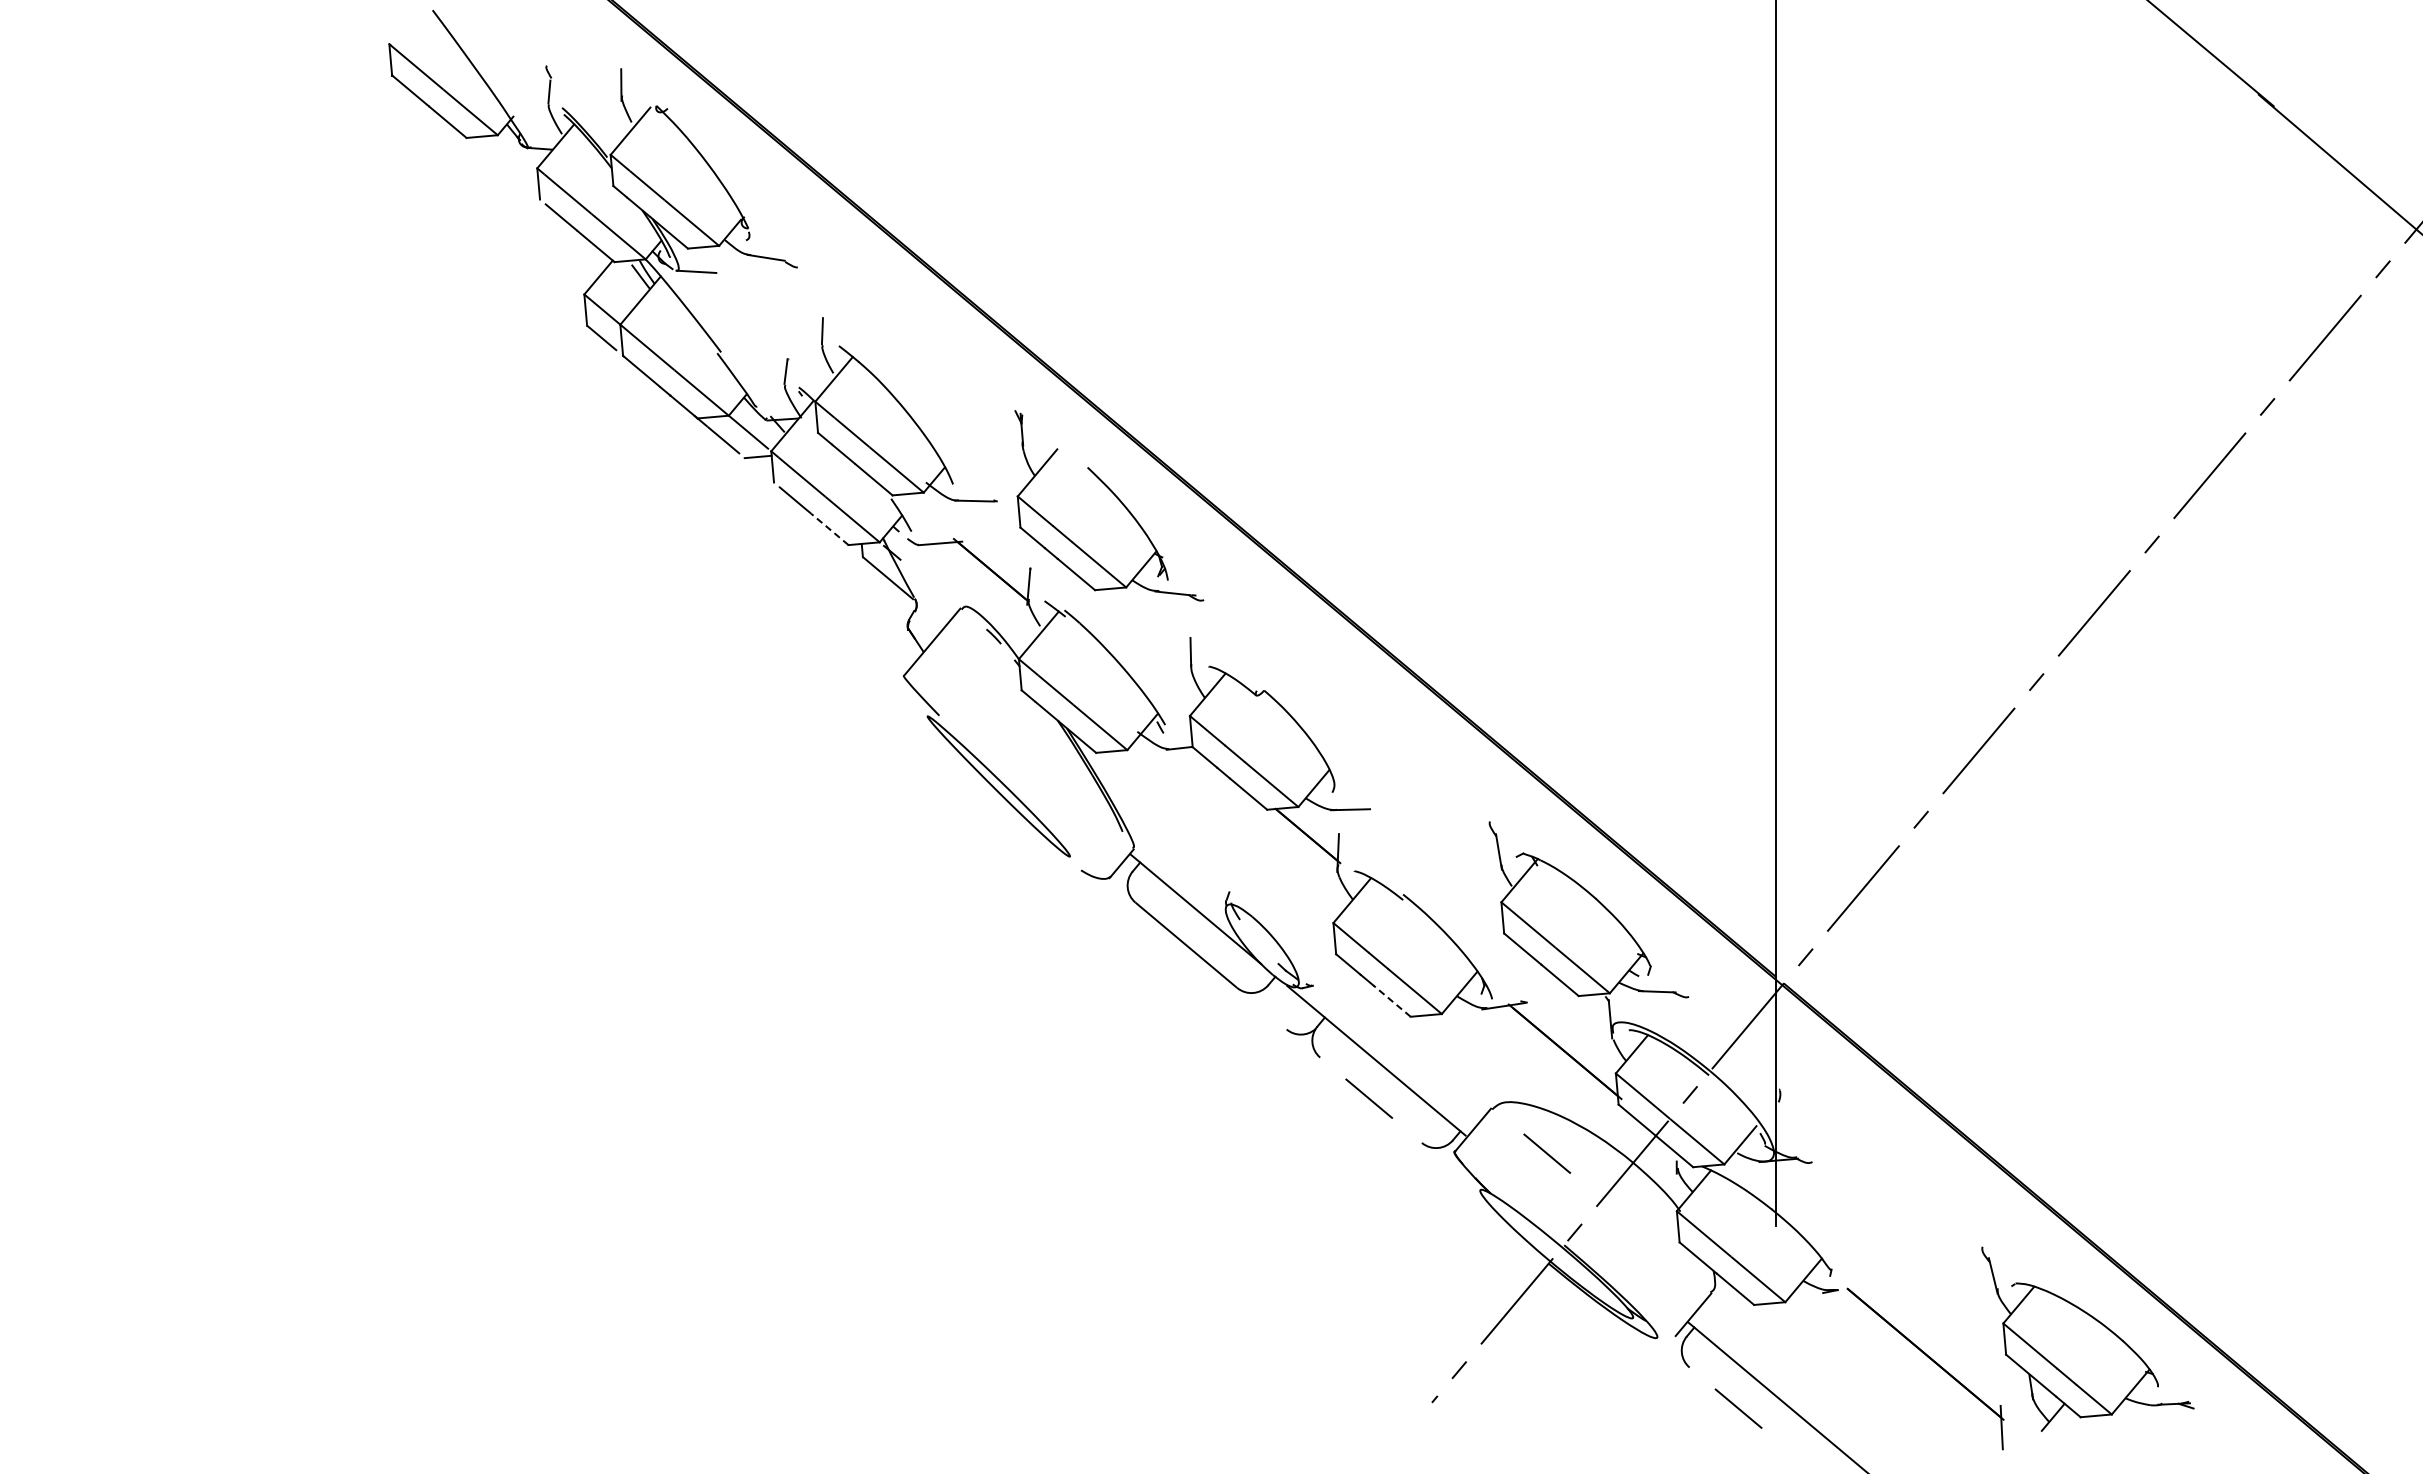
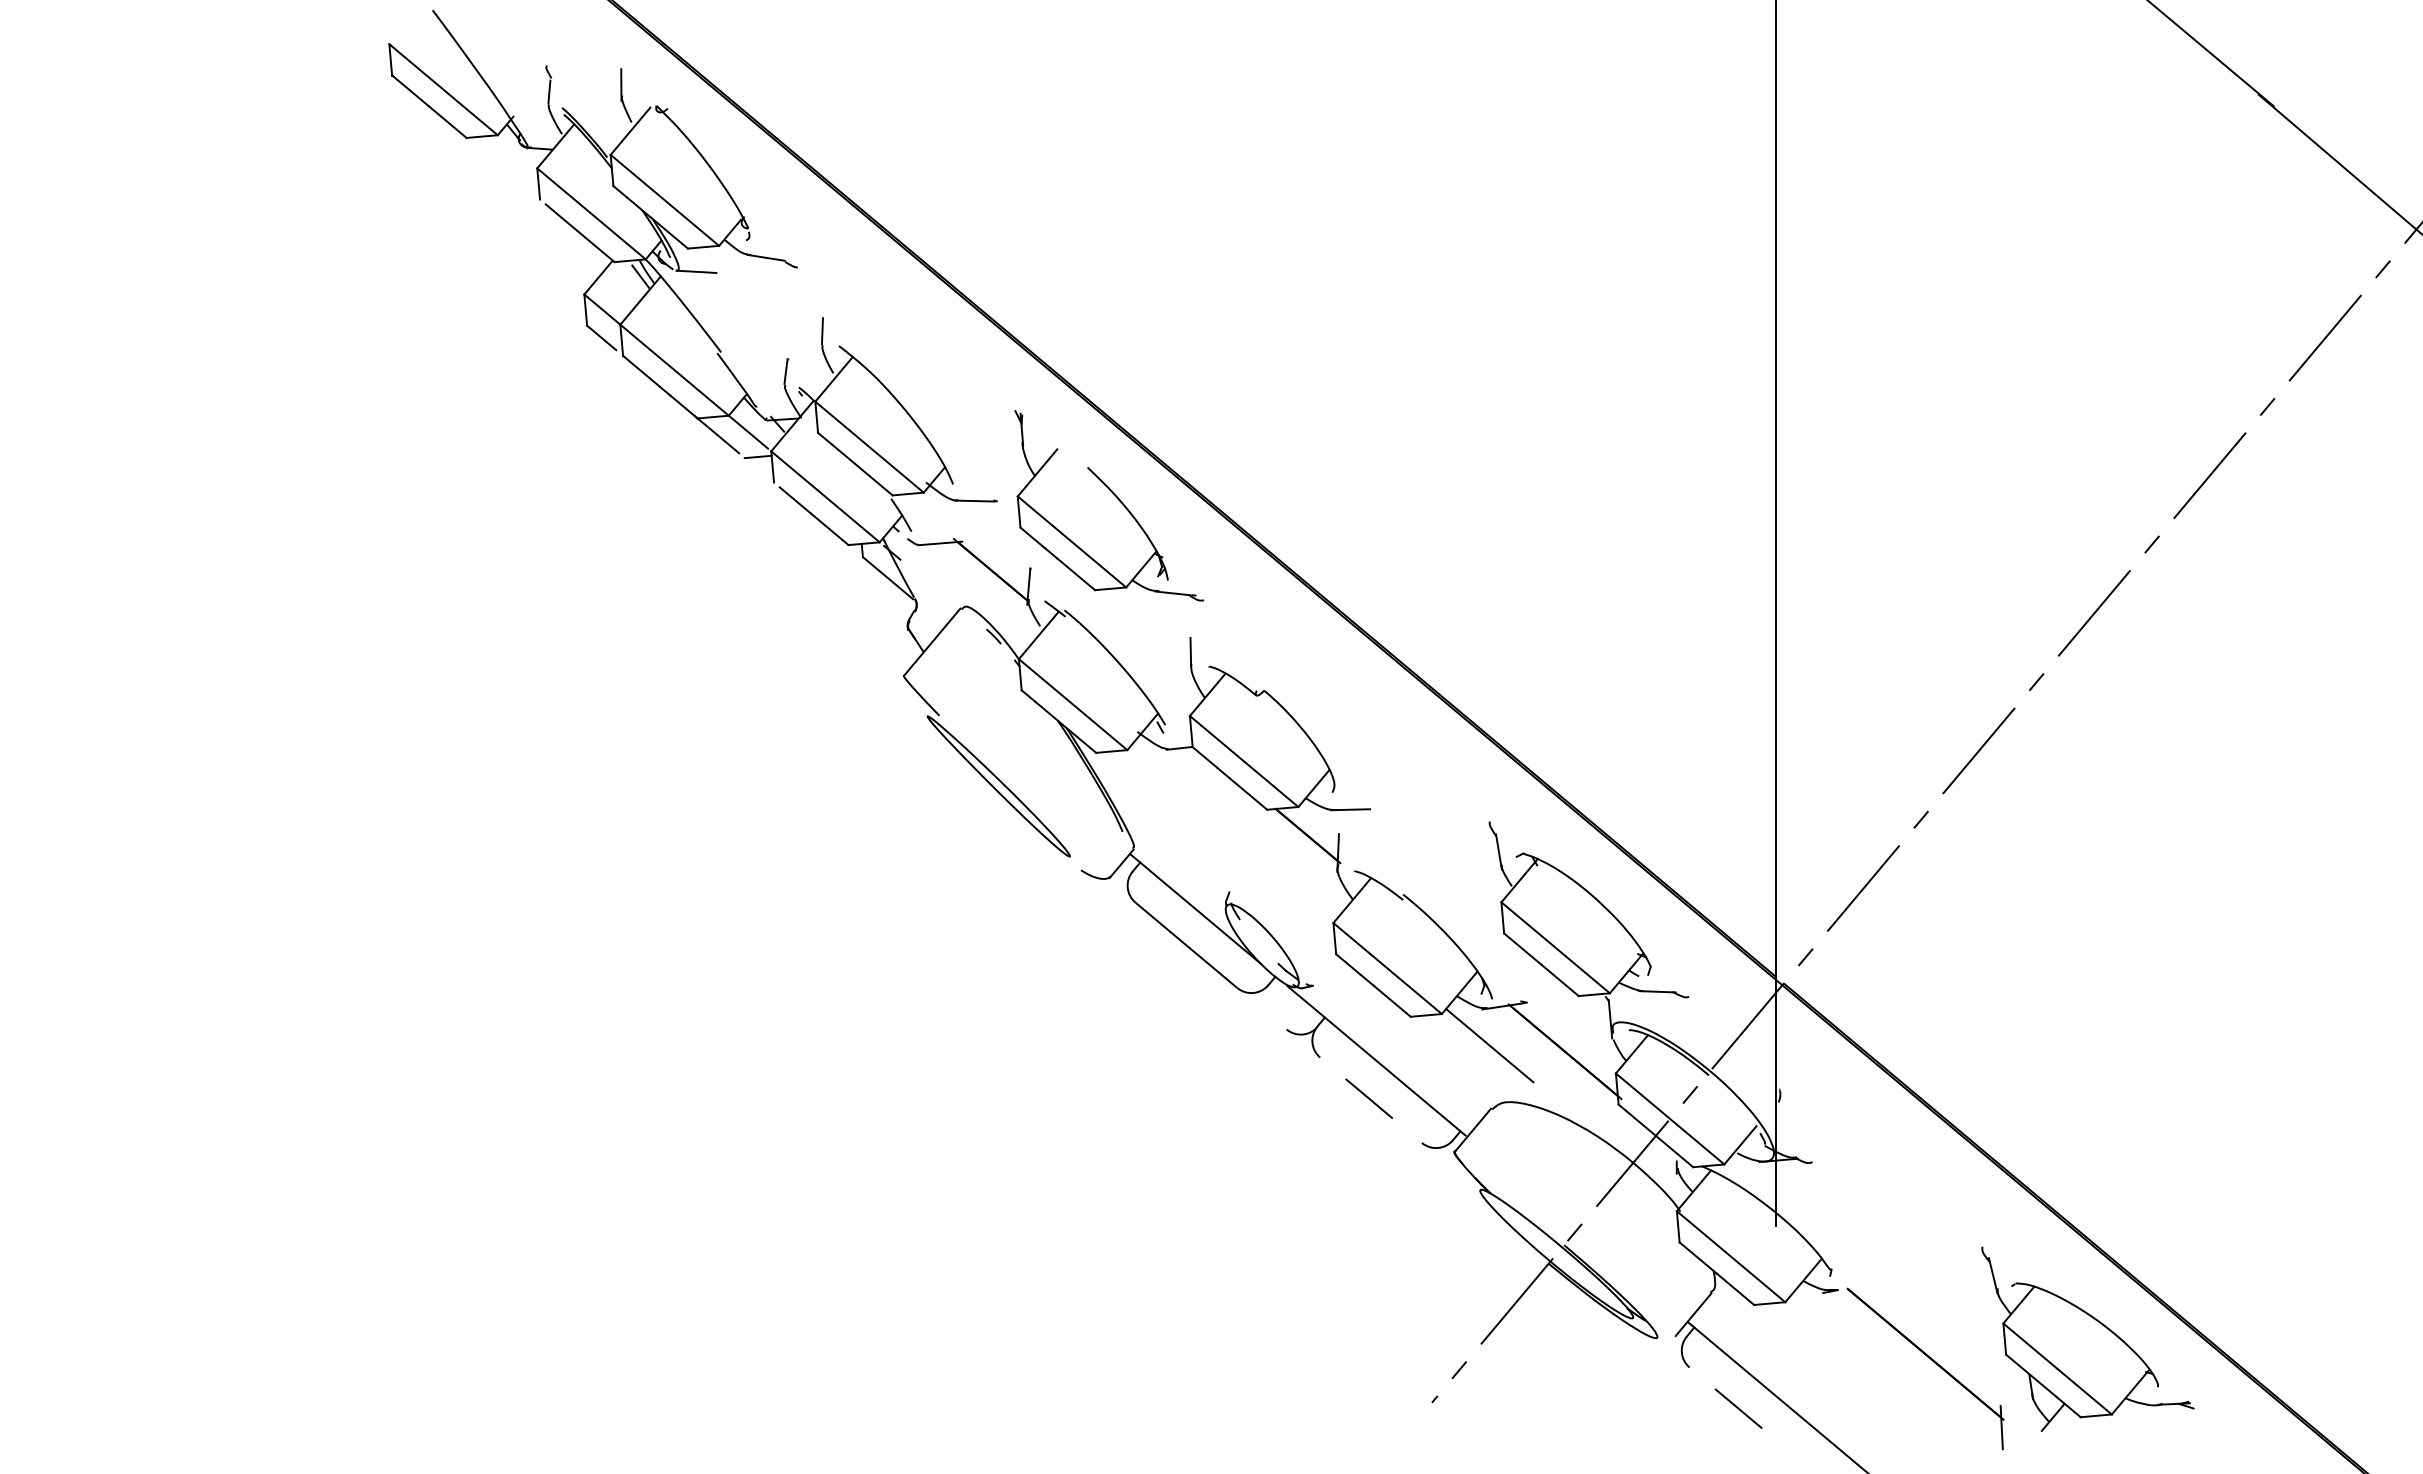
line at (829, 529): dashed -> solid
line at (1391, 1000): dashed -> solid
line at (1489, 1045): none -> present
line at (1547, 1153): present -> none
